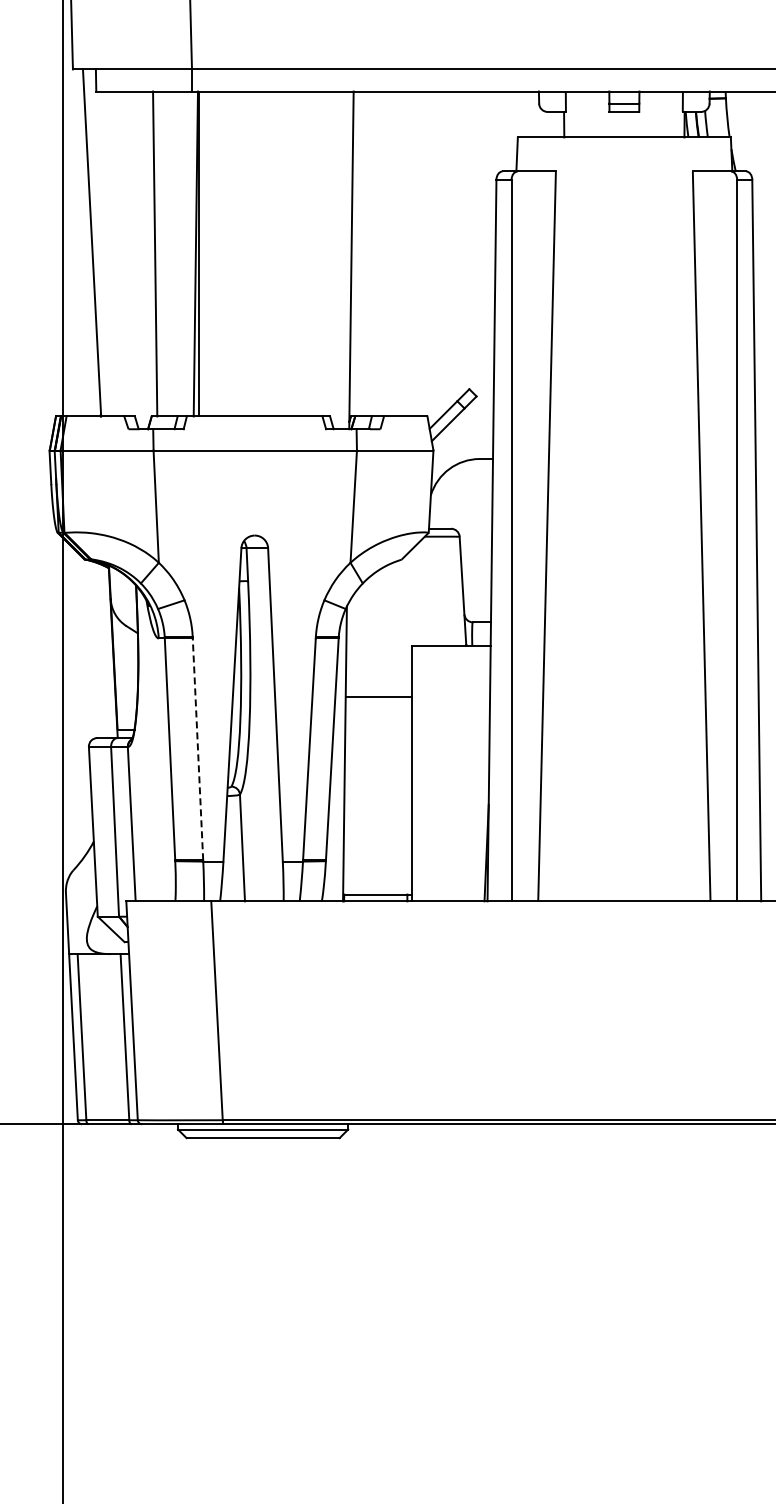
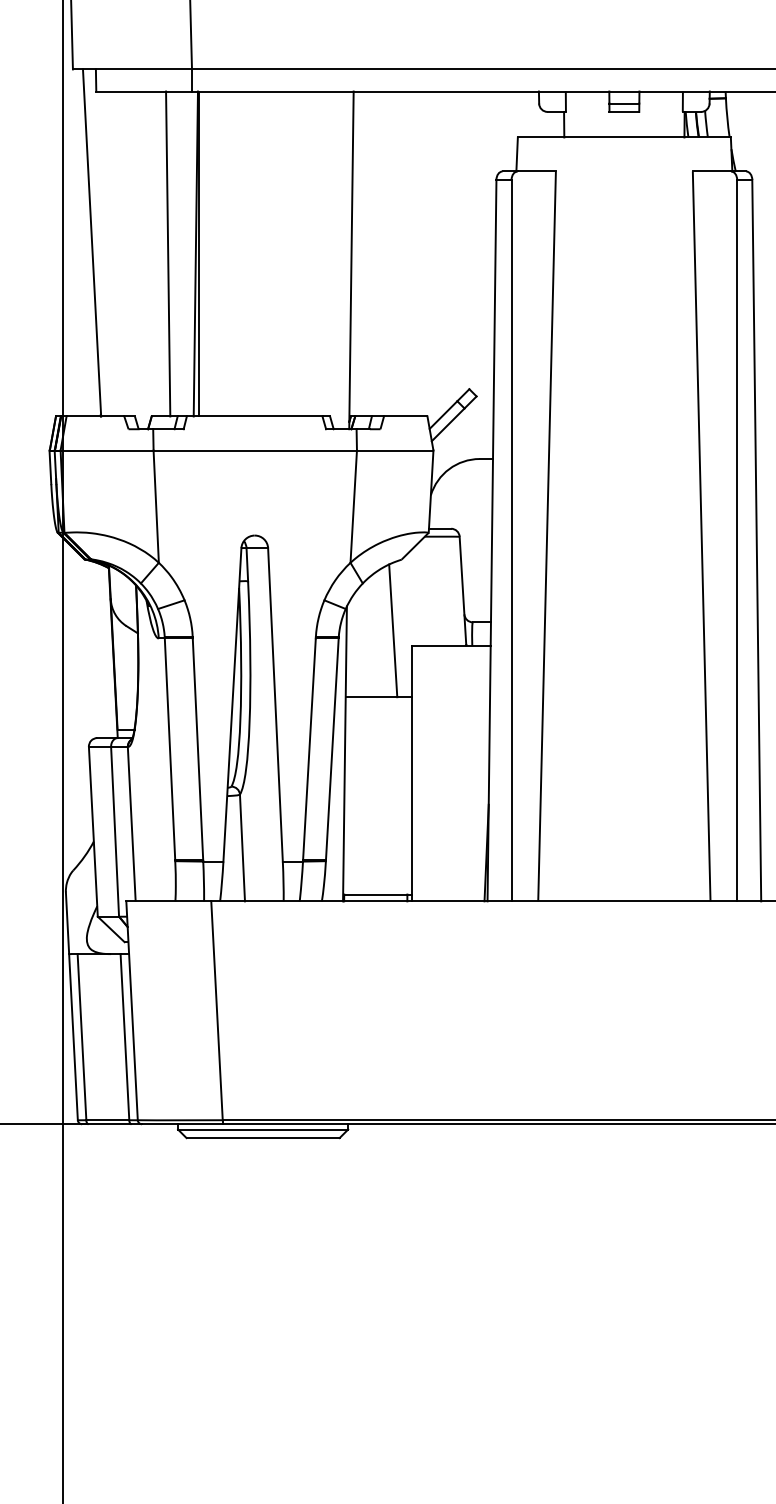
line at (155, 253) position: (155, 253) -> (168, 253)
line at (393, 630): none -> present
line at (197, 748): dashed -> solid
